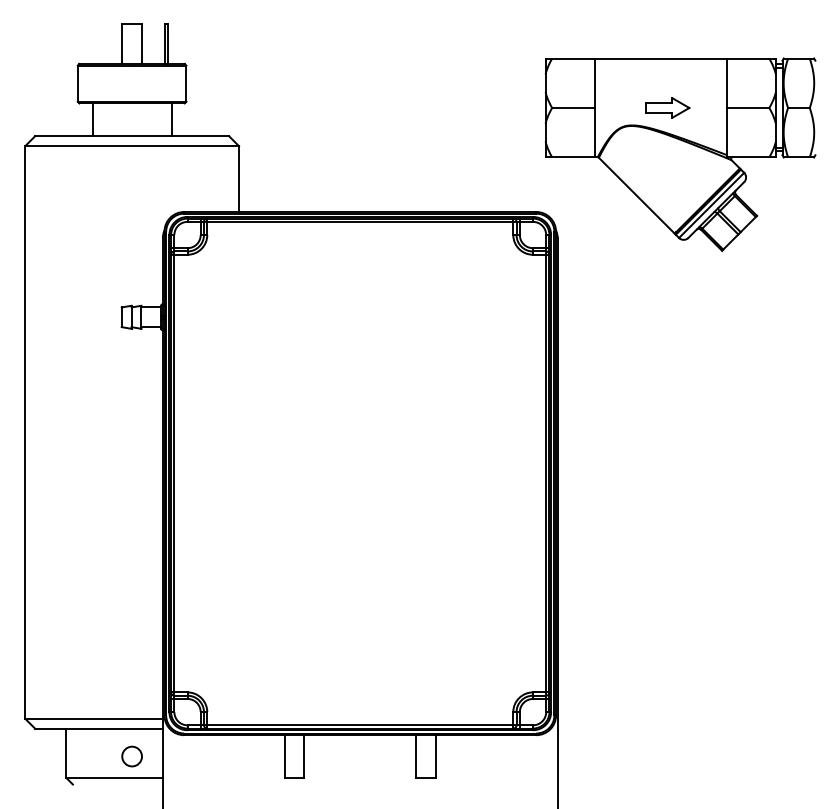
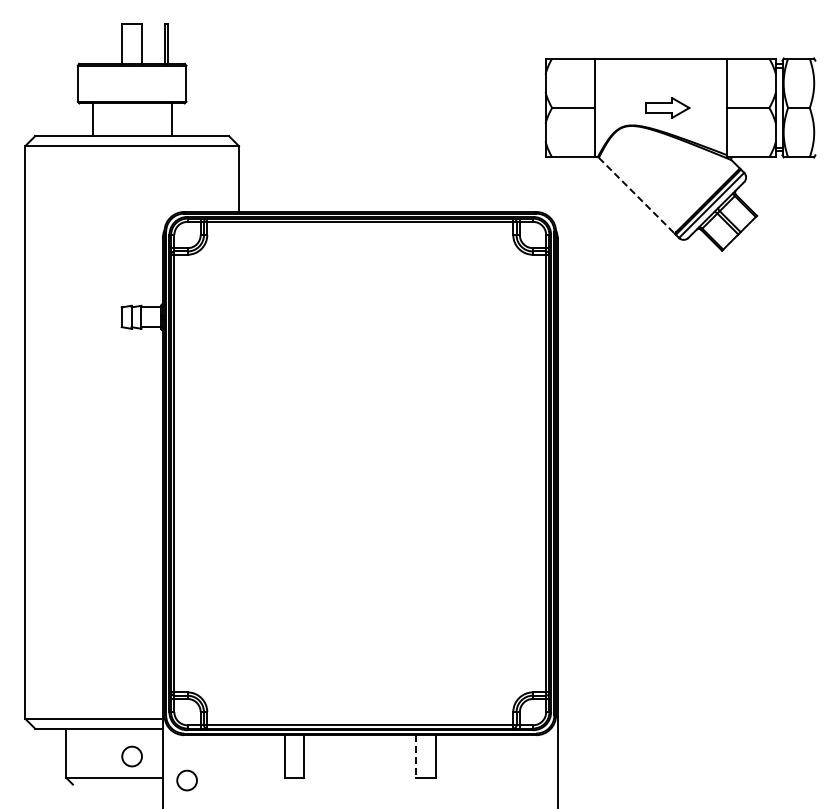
line at (636, 195): solid -> dashed
line at (416, 757): solid -> dashed
circle at (186, 780): none -> present
